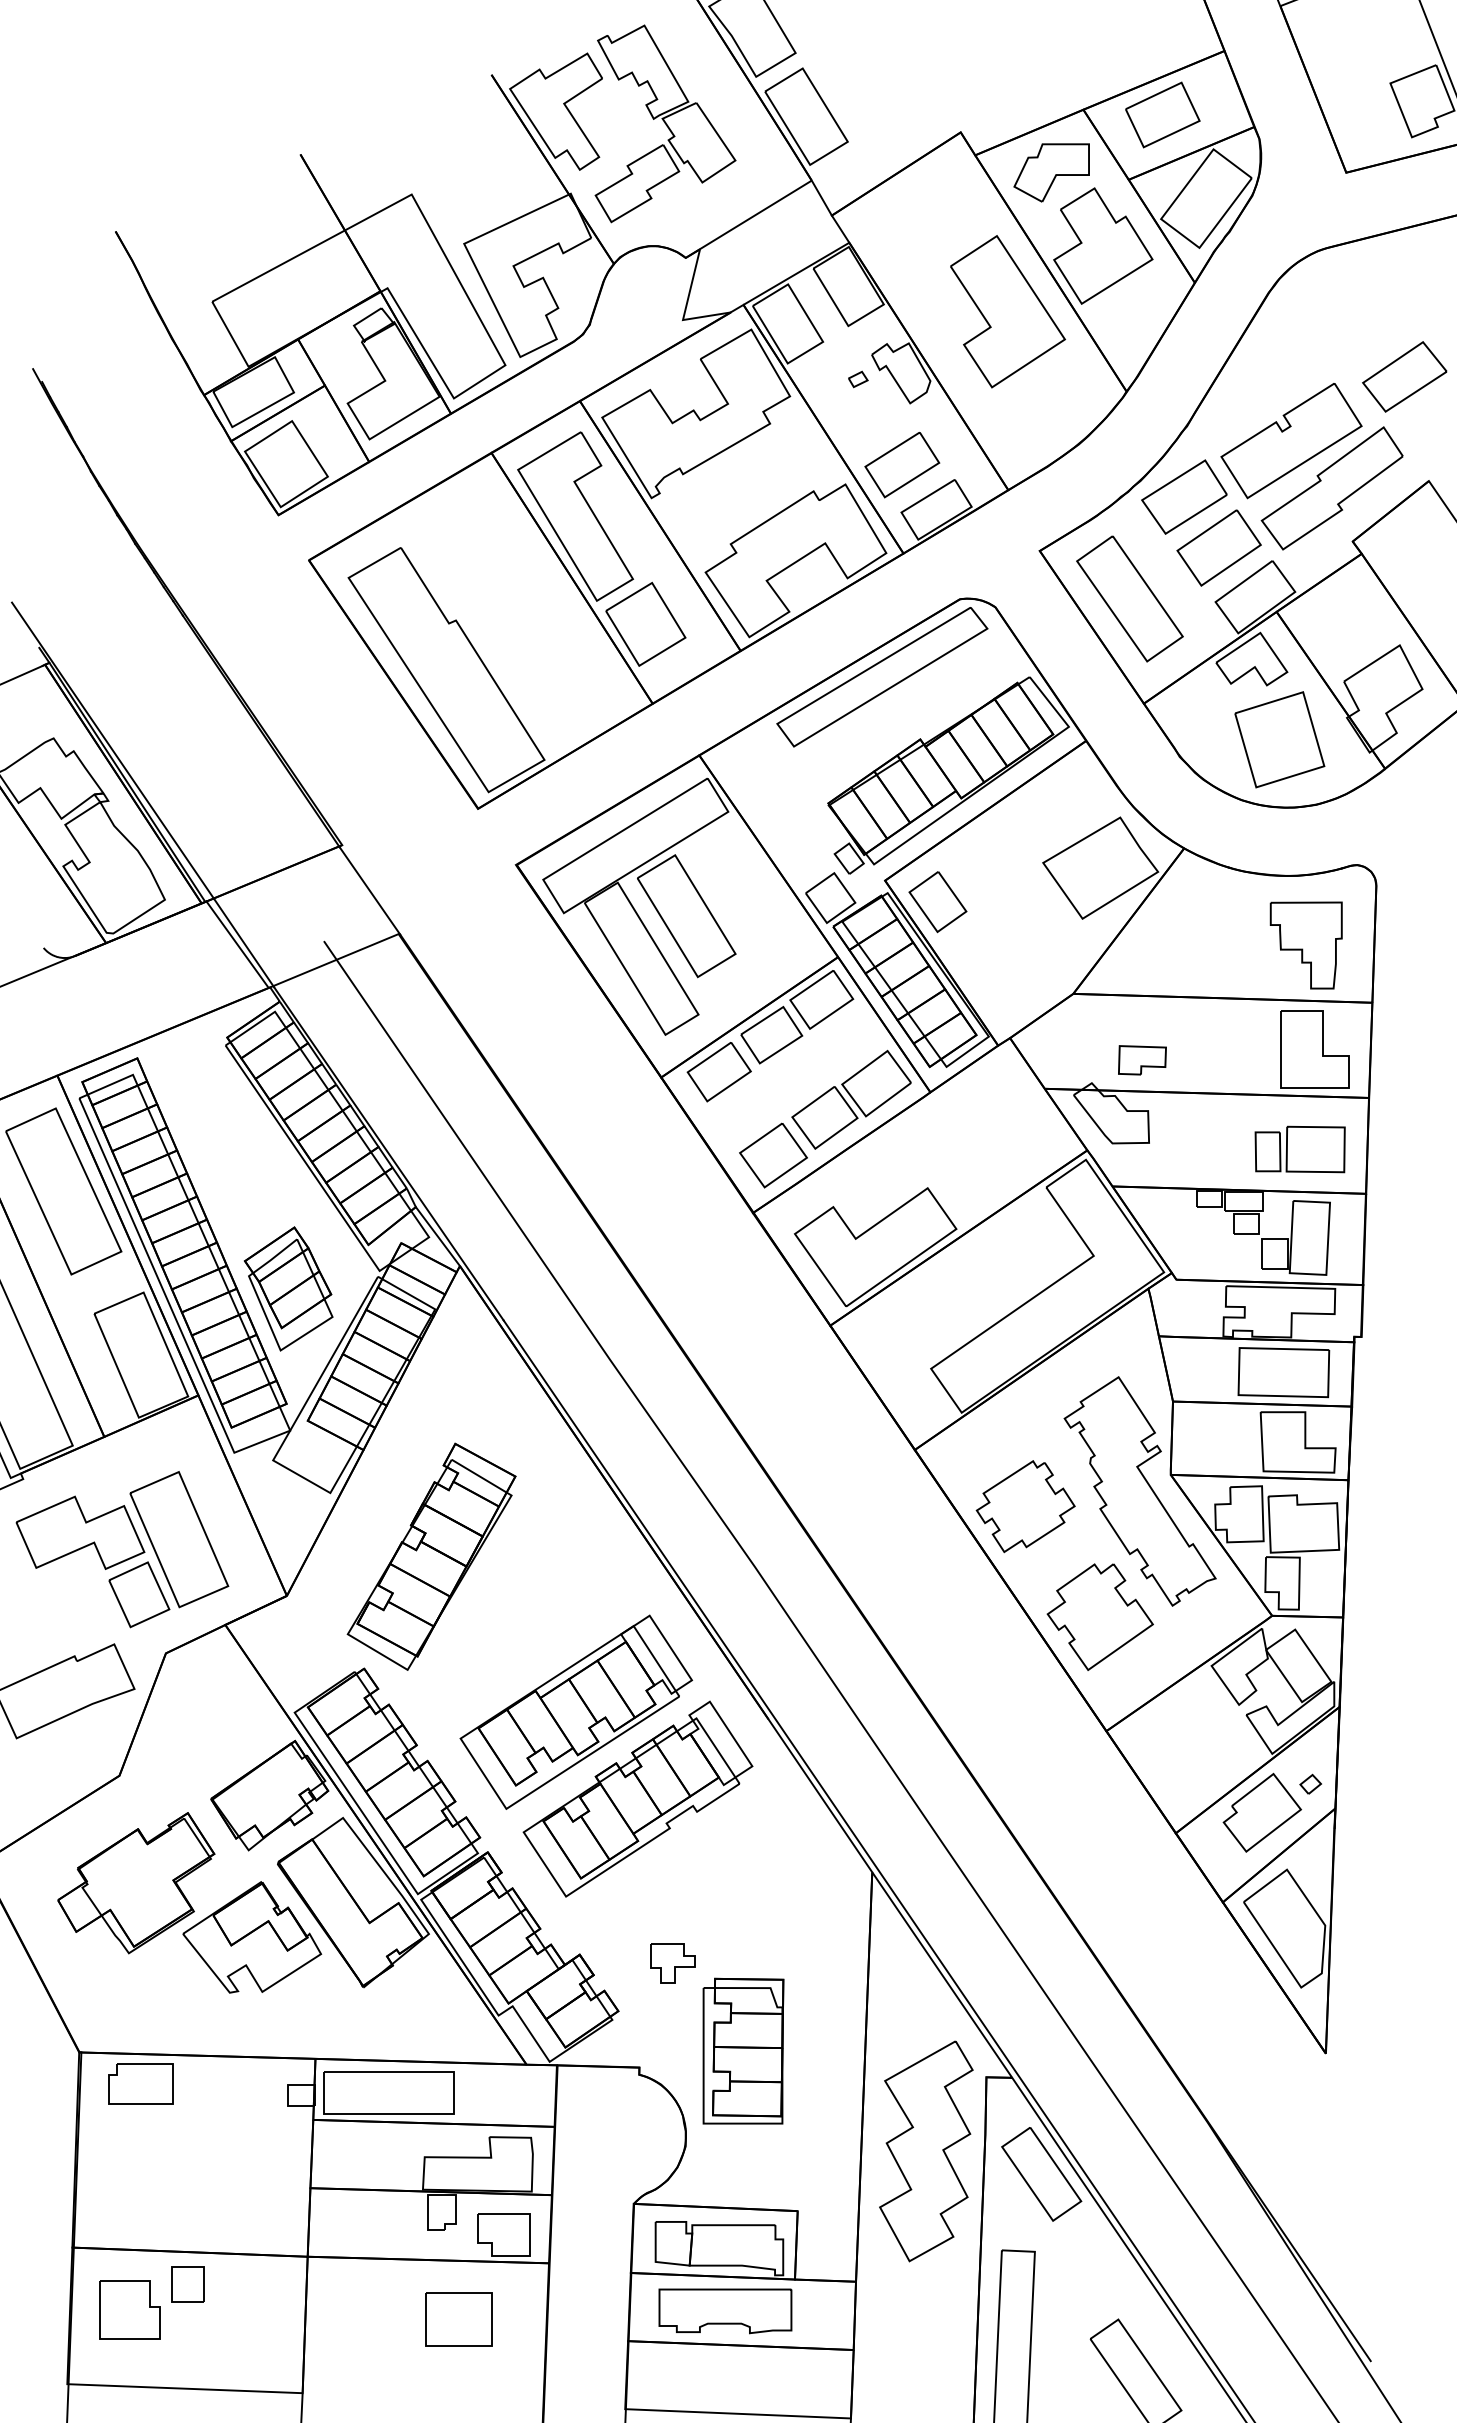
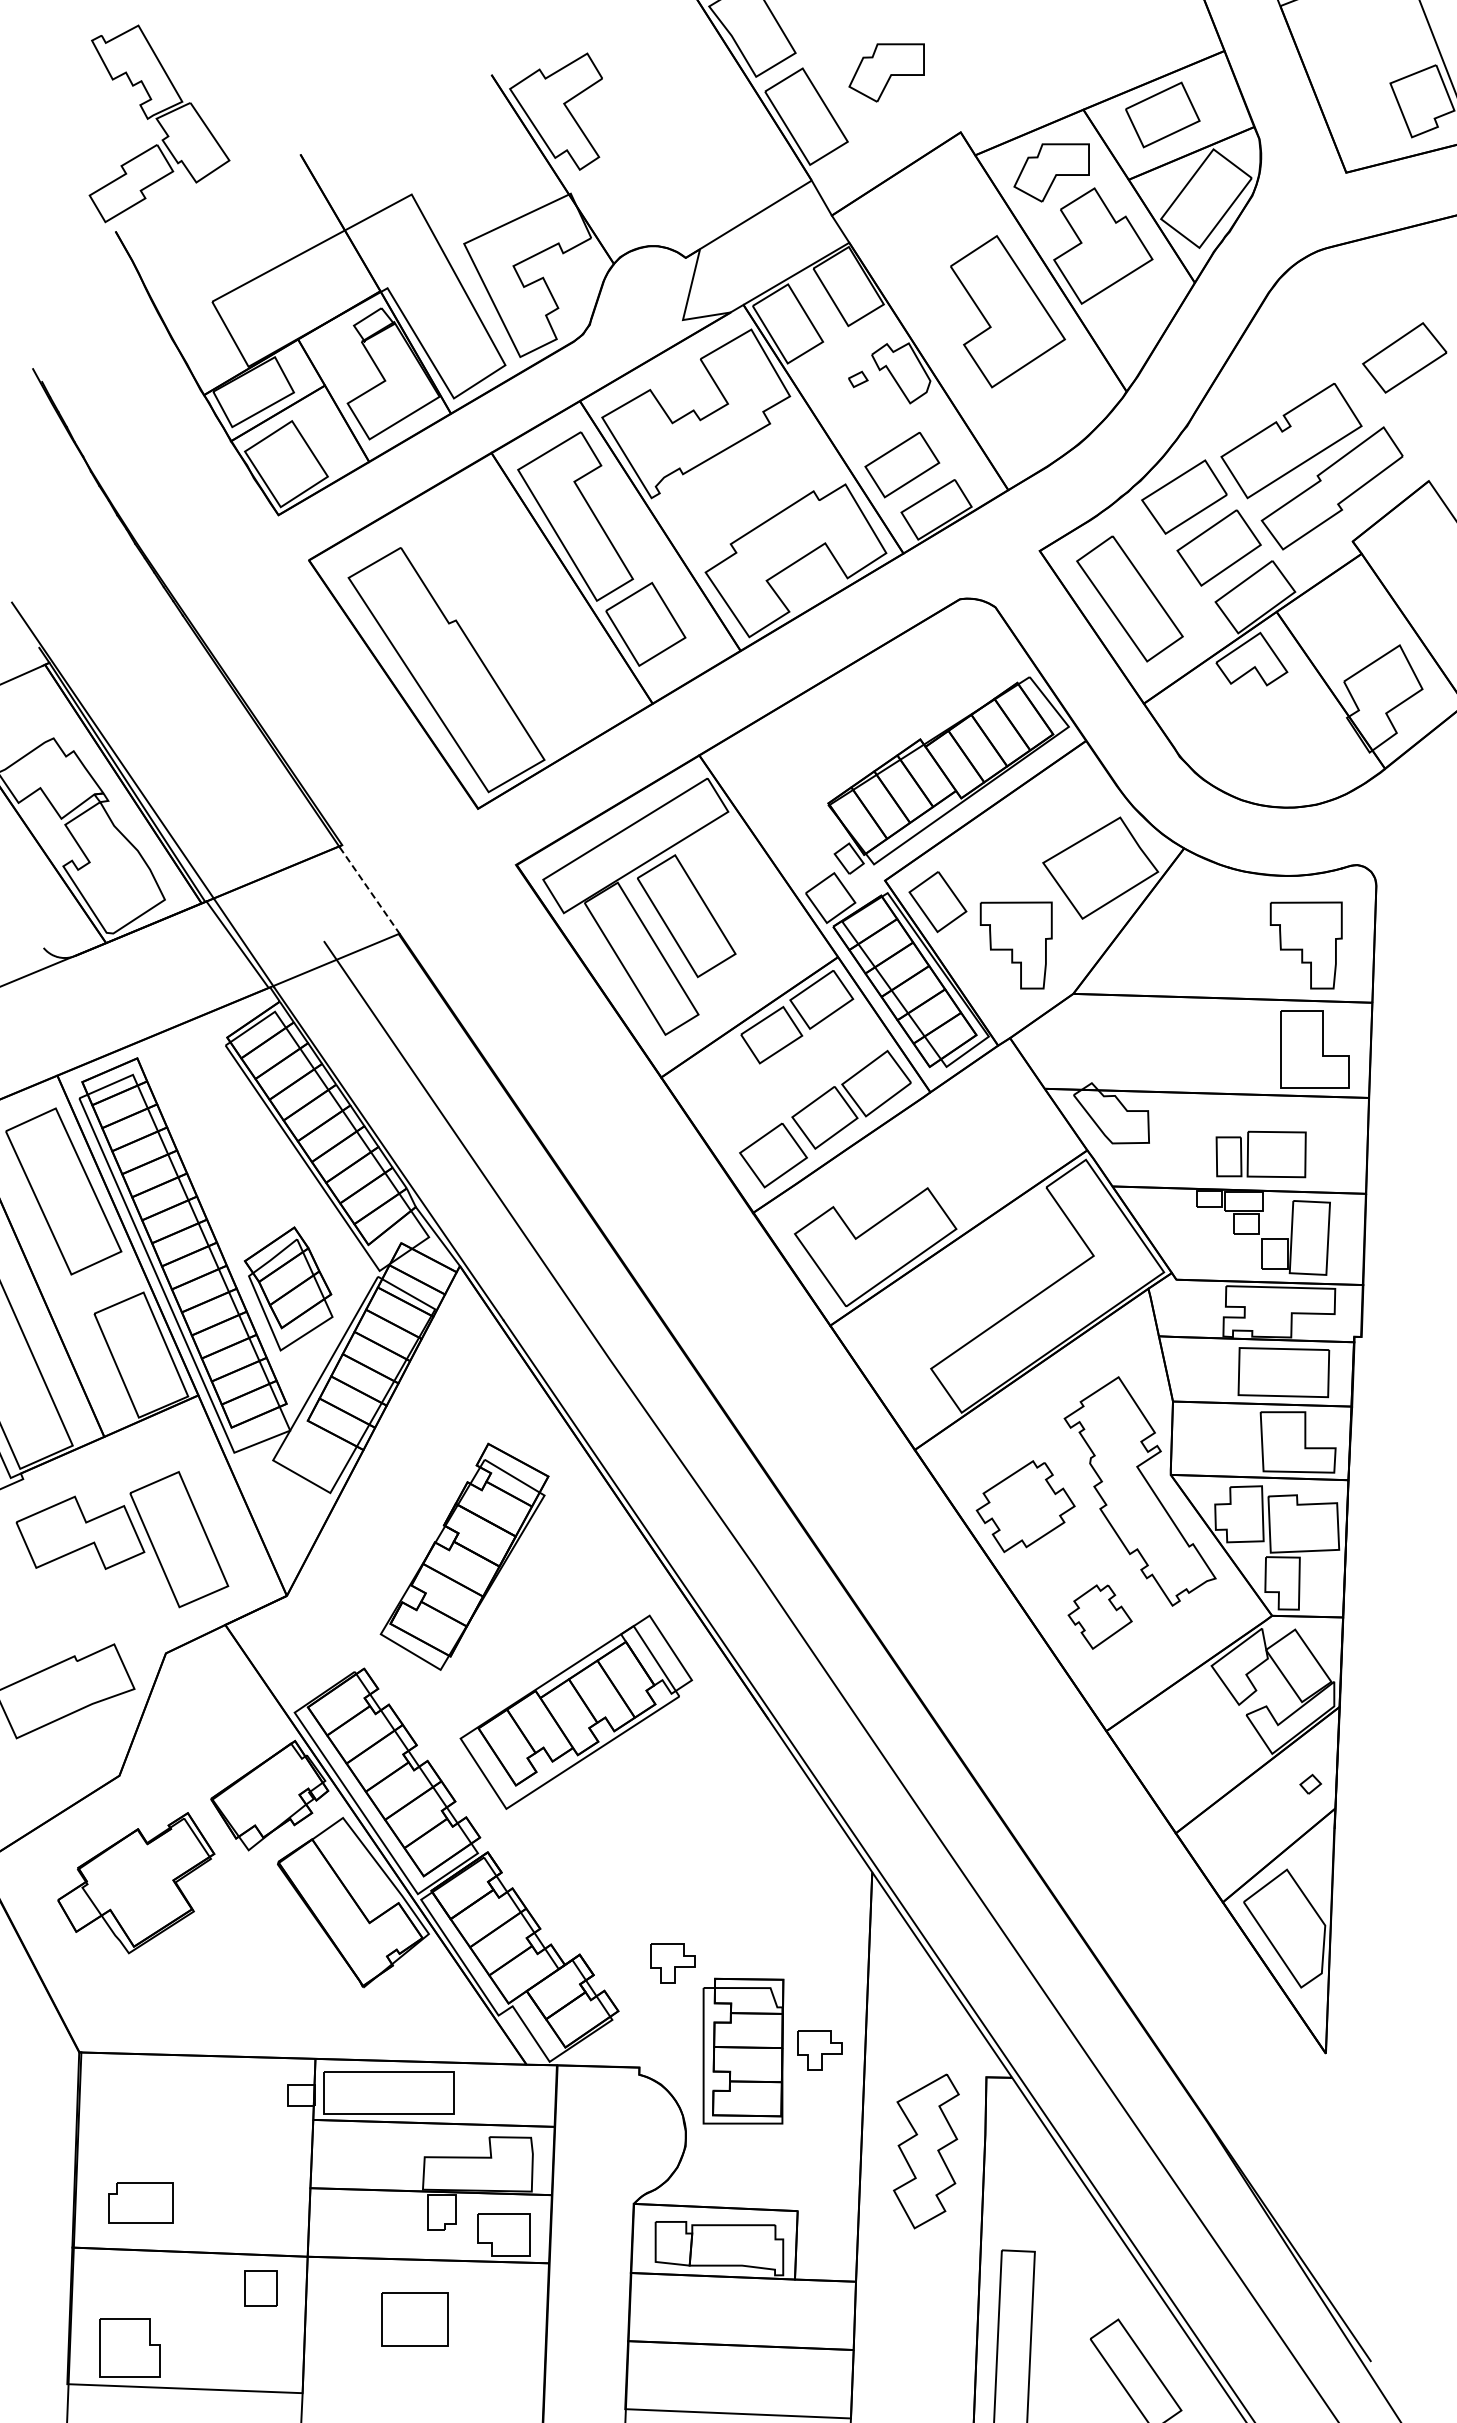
part at (886, 72): none -> present
part at (665, 123) position: (665, 123) -> (159, 123)
part at (1404, 376) position: (1404, 376) -> (1404, 357)
part at (882, 677): present -> none
part at (1279, 739): present -> none
line at (369, 890): solid -> dashed
part at (1015, 945): none -> present
part at (1142, 1060): present -> none
part at (718, 1072): present -> none
part at (1299, 1149) position: (1299, 1149) -> (1260, 1154)
part at (431, 1556) position: (431, 1556) -> (464, 1556)
part at (139, 1594): present -> none
part at (1099, 1616) size: 108x108 px -> 66x66 px
part at (637, 1798): present -> none
part at (1261, 1812): present -> none
part at (252, 1937): present -> none
part at (819, 2050): none -> present
part at (140, 2083) position: (140, 2083) -> (140, 2202)
part at (926, 2151) size: 95x223 px -> 67x157 px
part at (1041, 2174): present -> none
part at (187, 2284) position: (187, 2284) -> (260, 2288)
part at (129, 2309) position: (129, 2309) -> (129, 2347)
part at (725, 2311): present -> none
part at (458, 2319) position: (458, 2319) -> (414, 2319)
